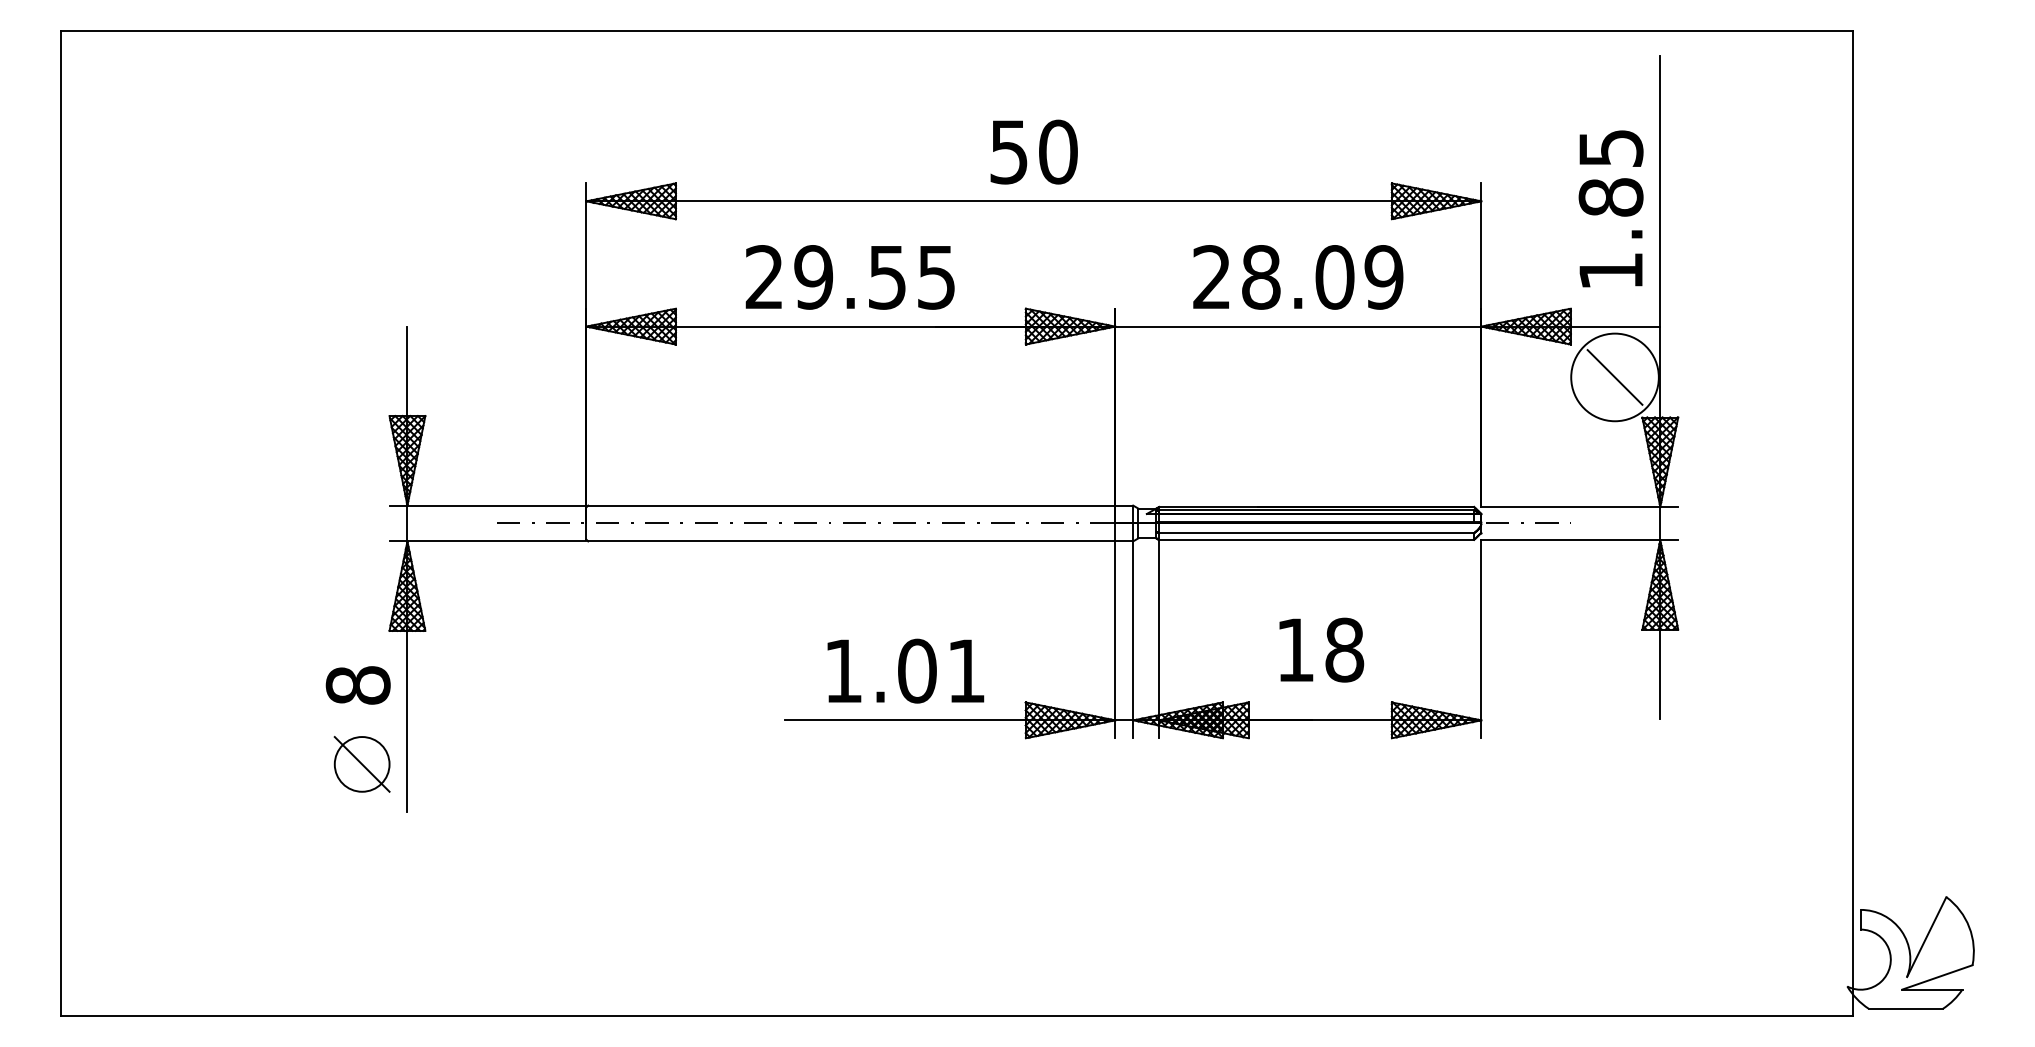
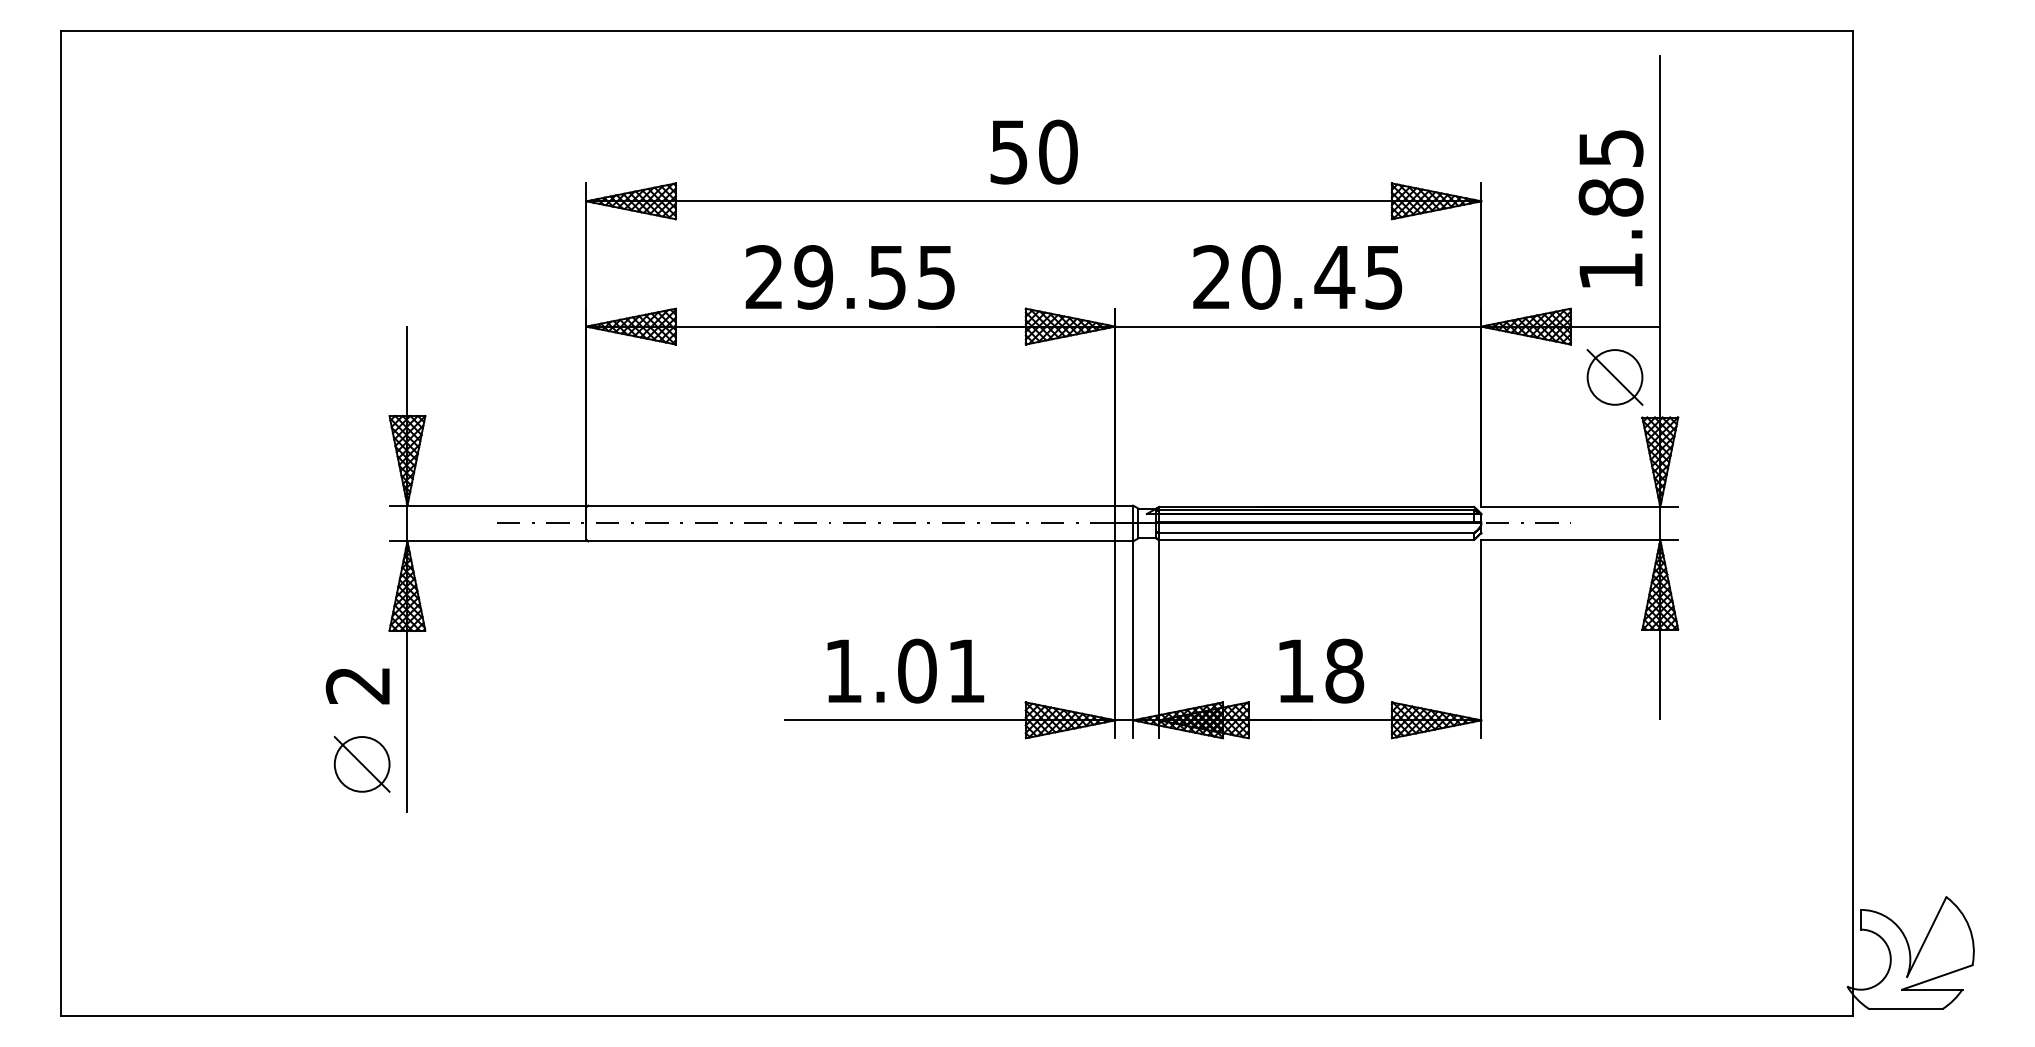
text at (1322, 277): 28.09 -> 20.45
circle at (1614, 377) diameter: 88 px -> 55 px
text at (1321, 649) position: (1321, 649) -> (1321, 670)
text at (357, 685): 8 -> 2
